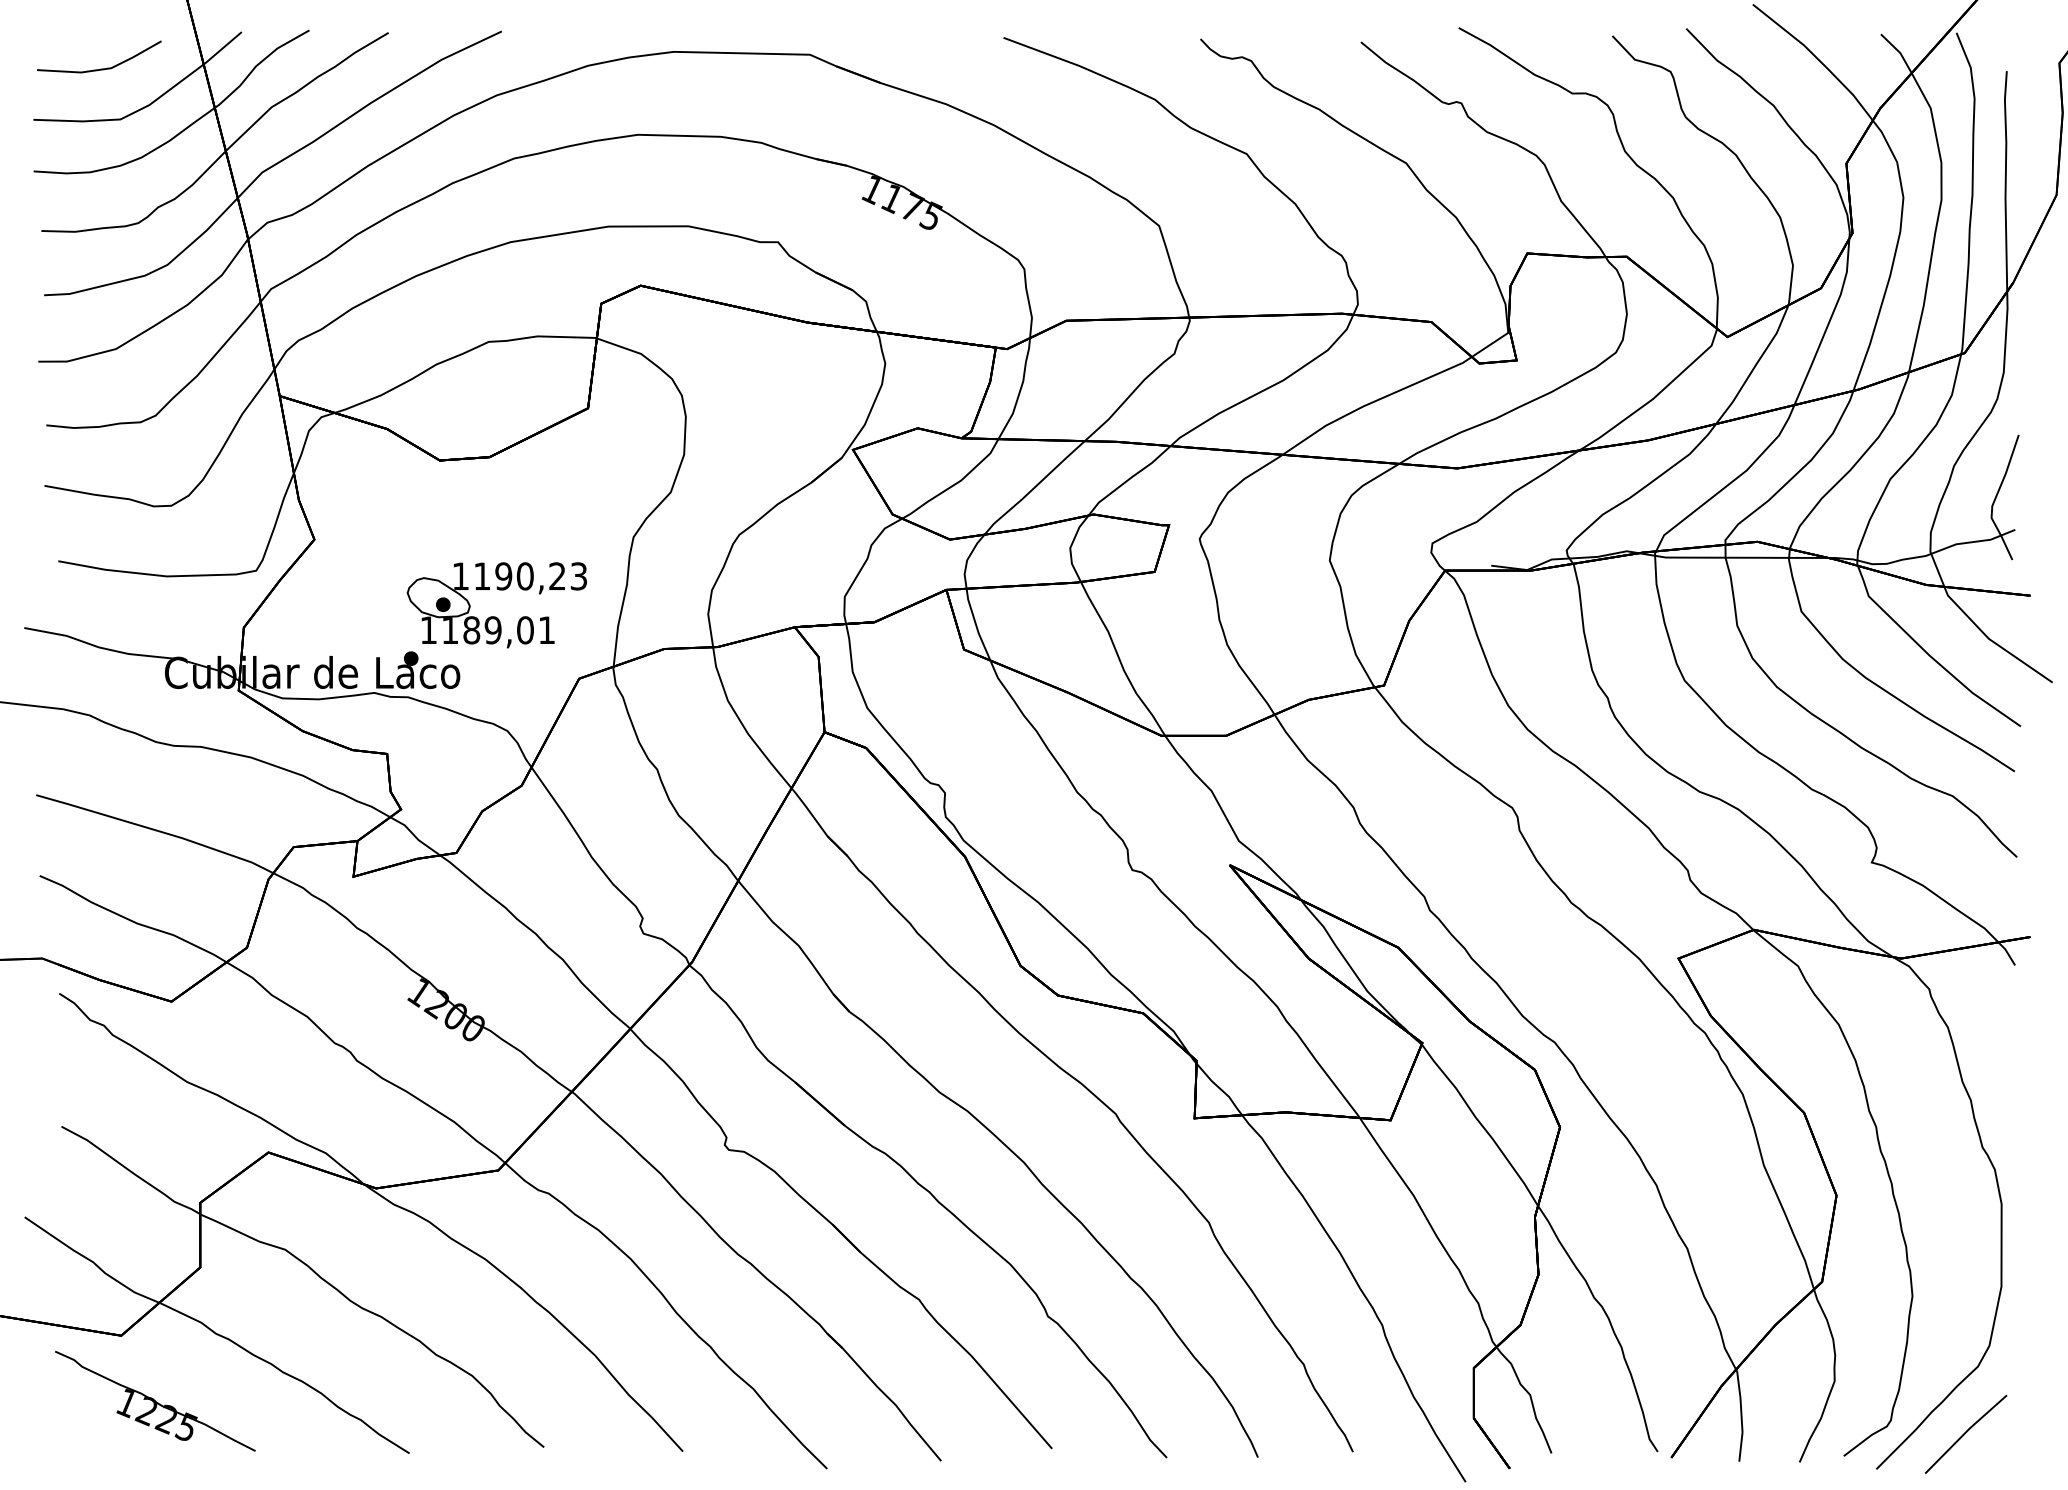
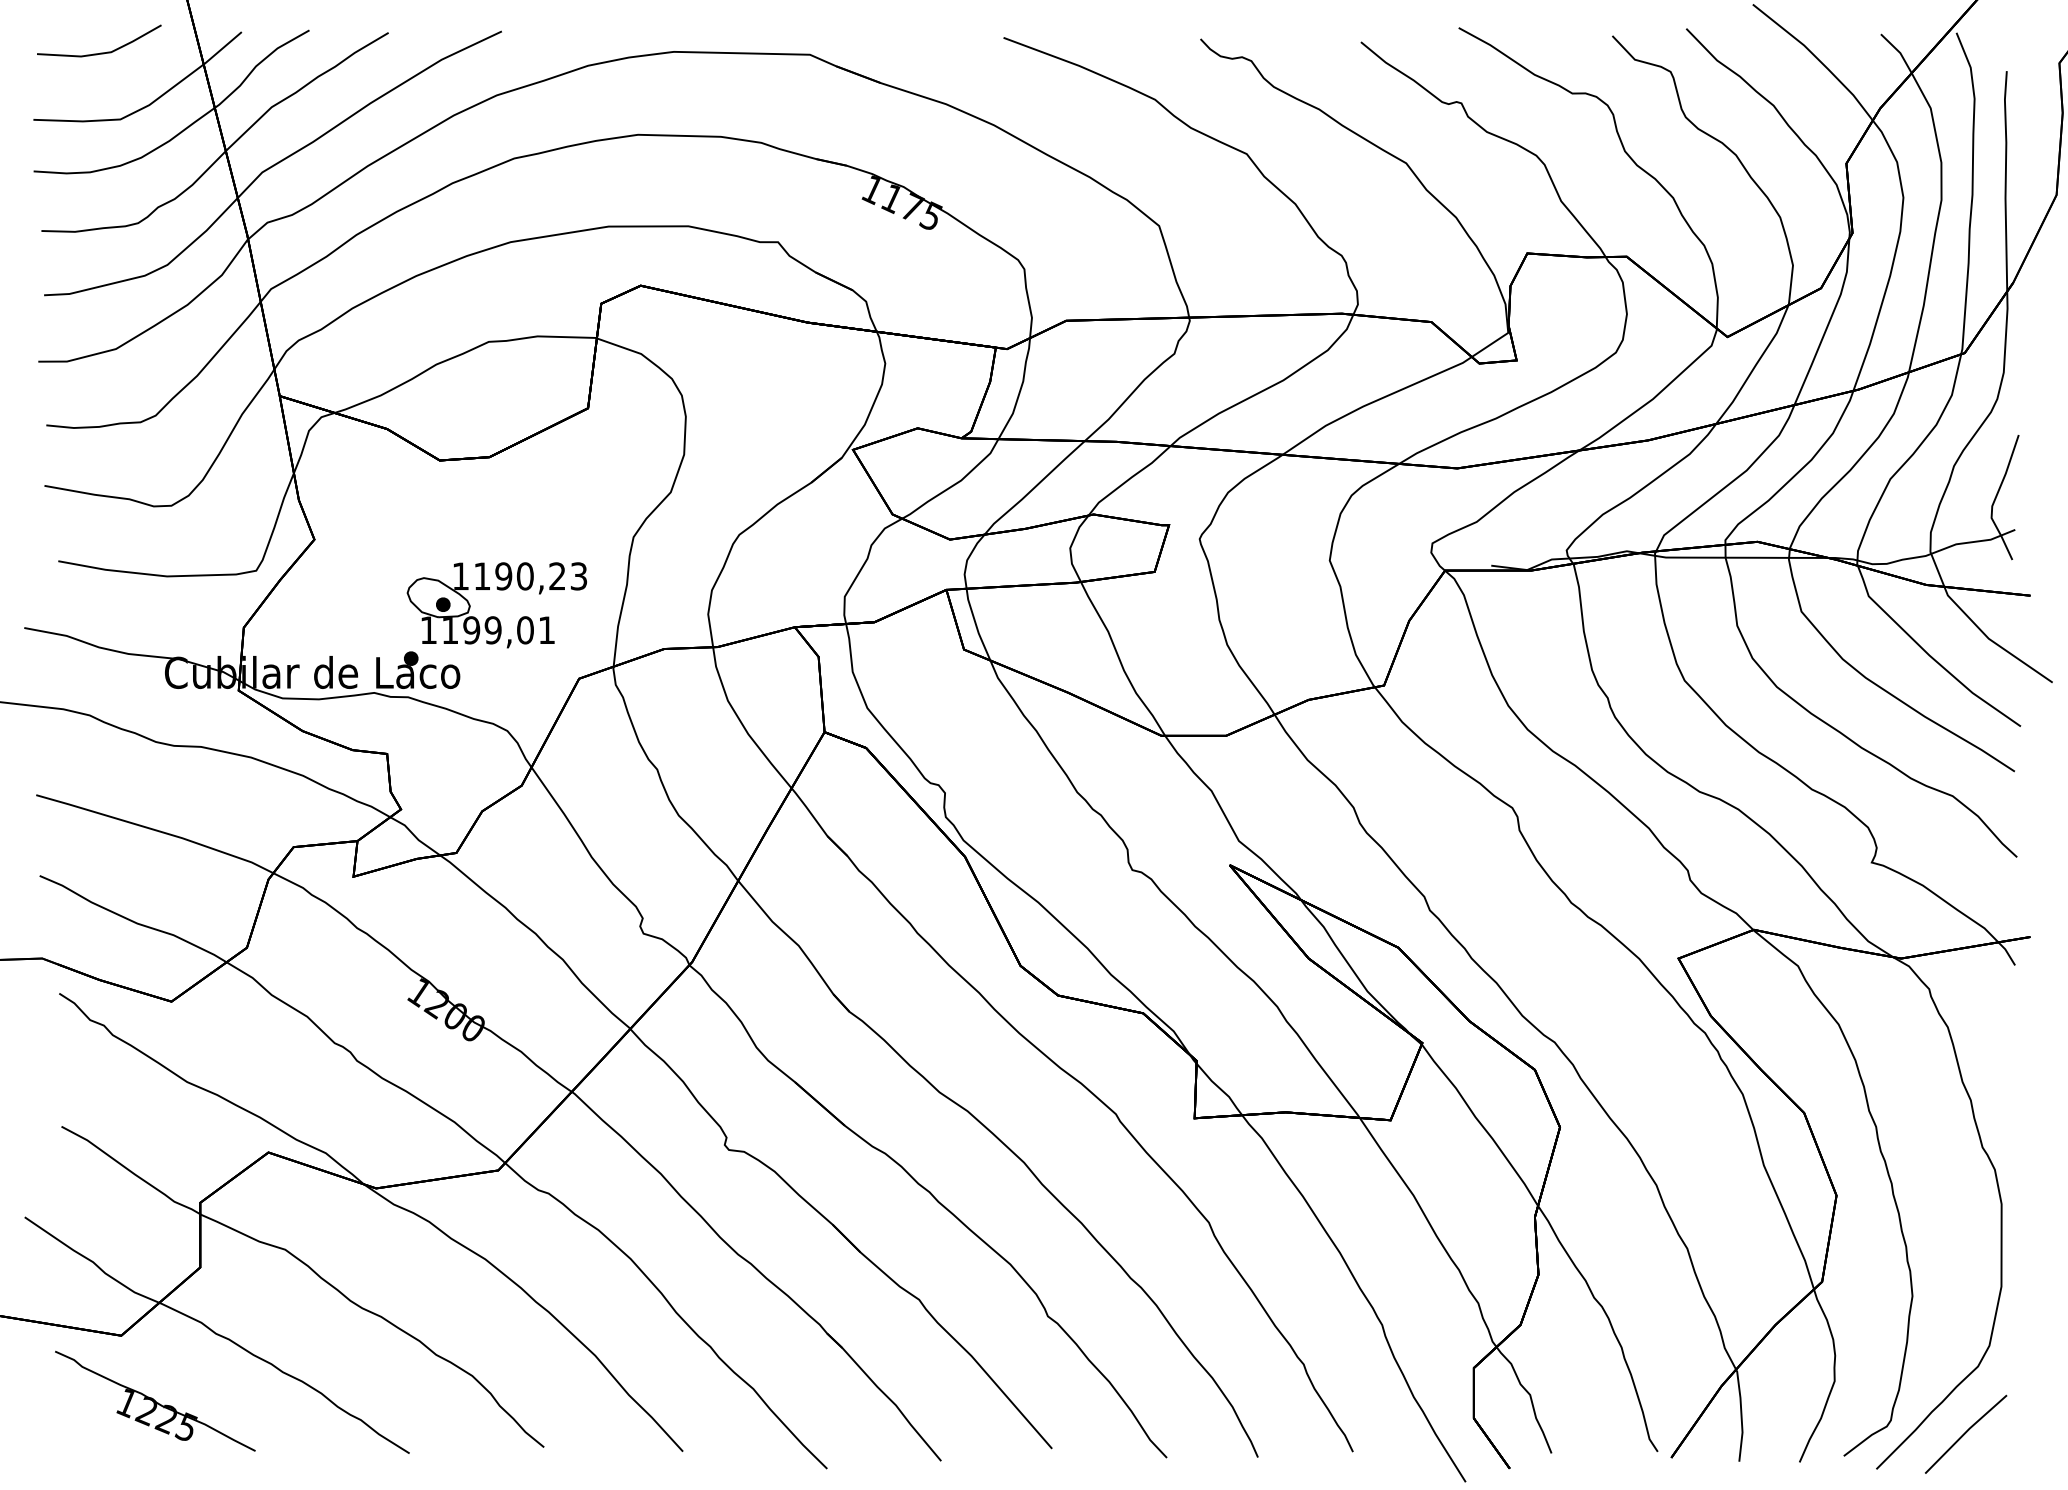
line at (100, 68) position: (100, 68) -> (100, 52)
text at (471, 630): 1189,01 -> 1199,01
